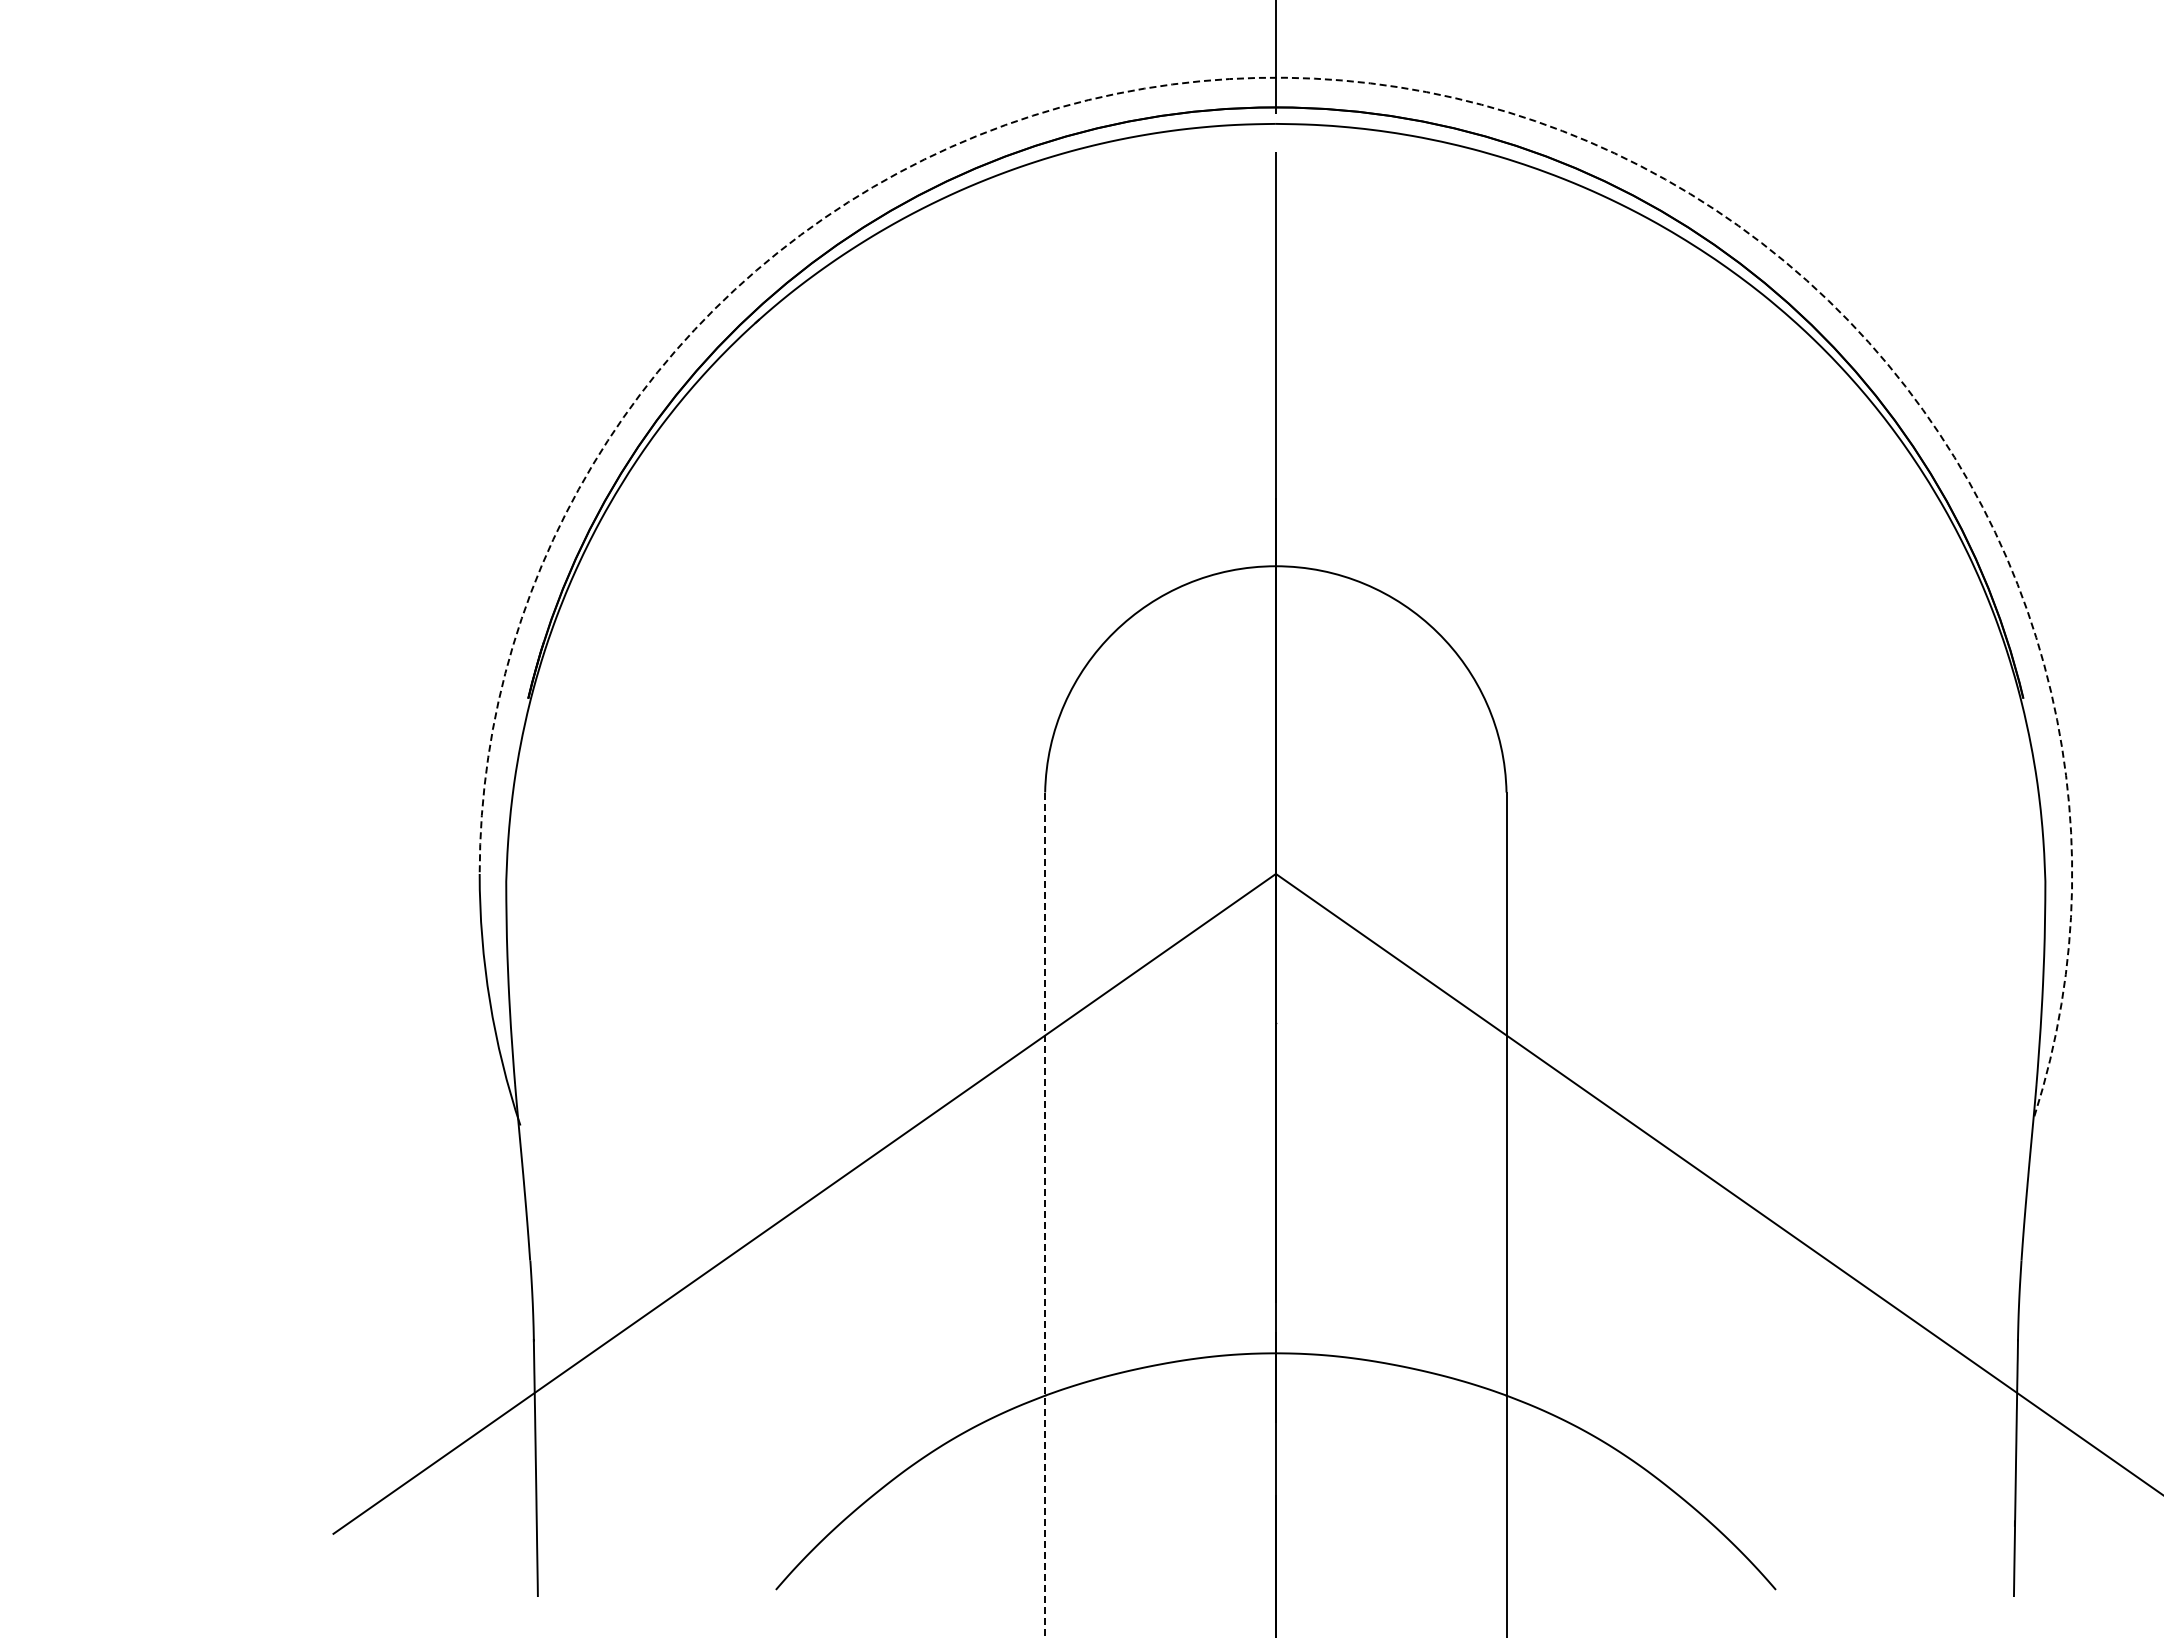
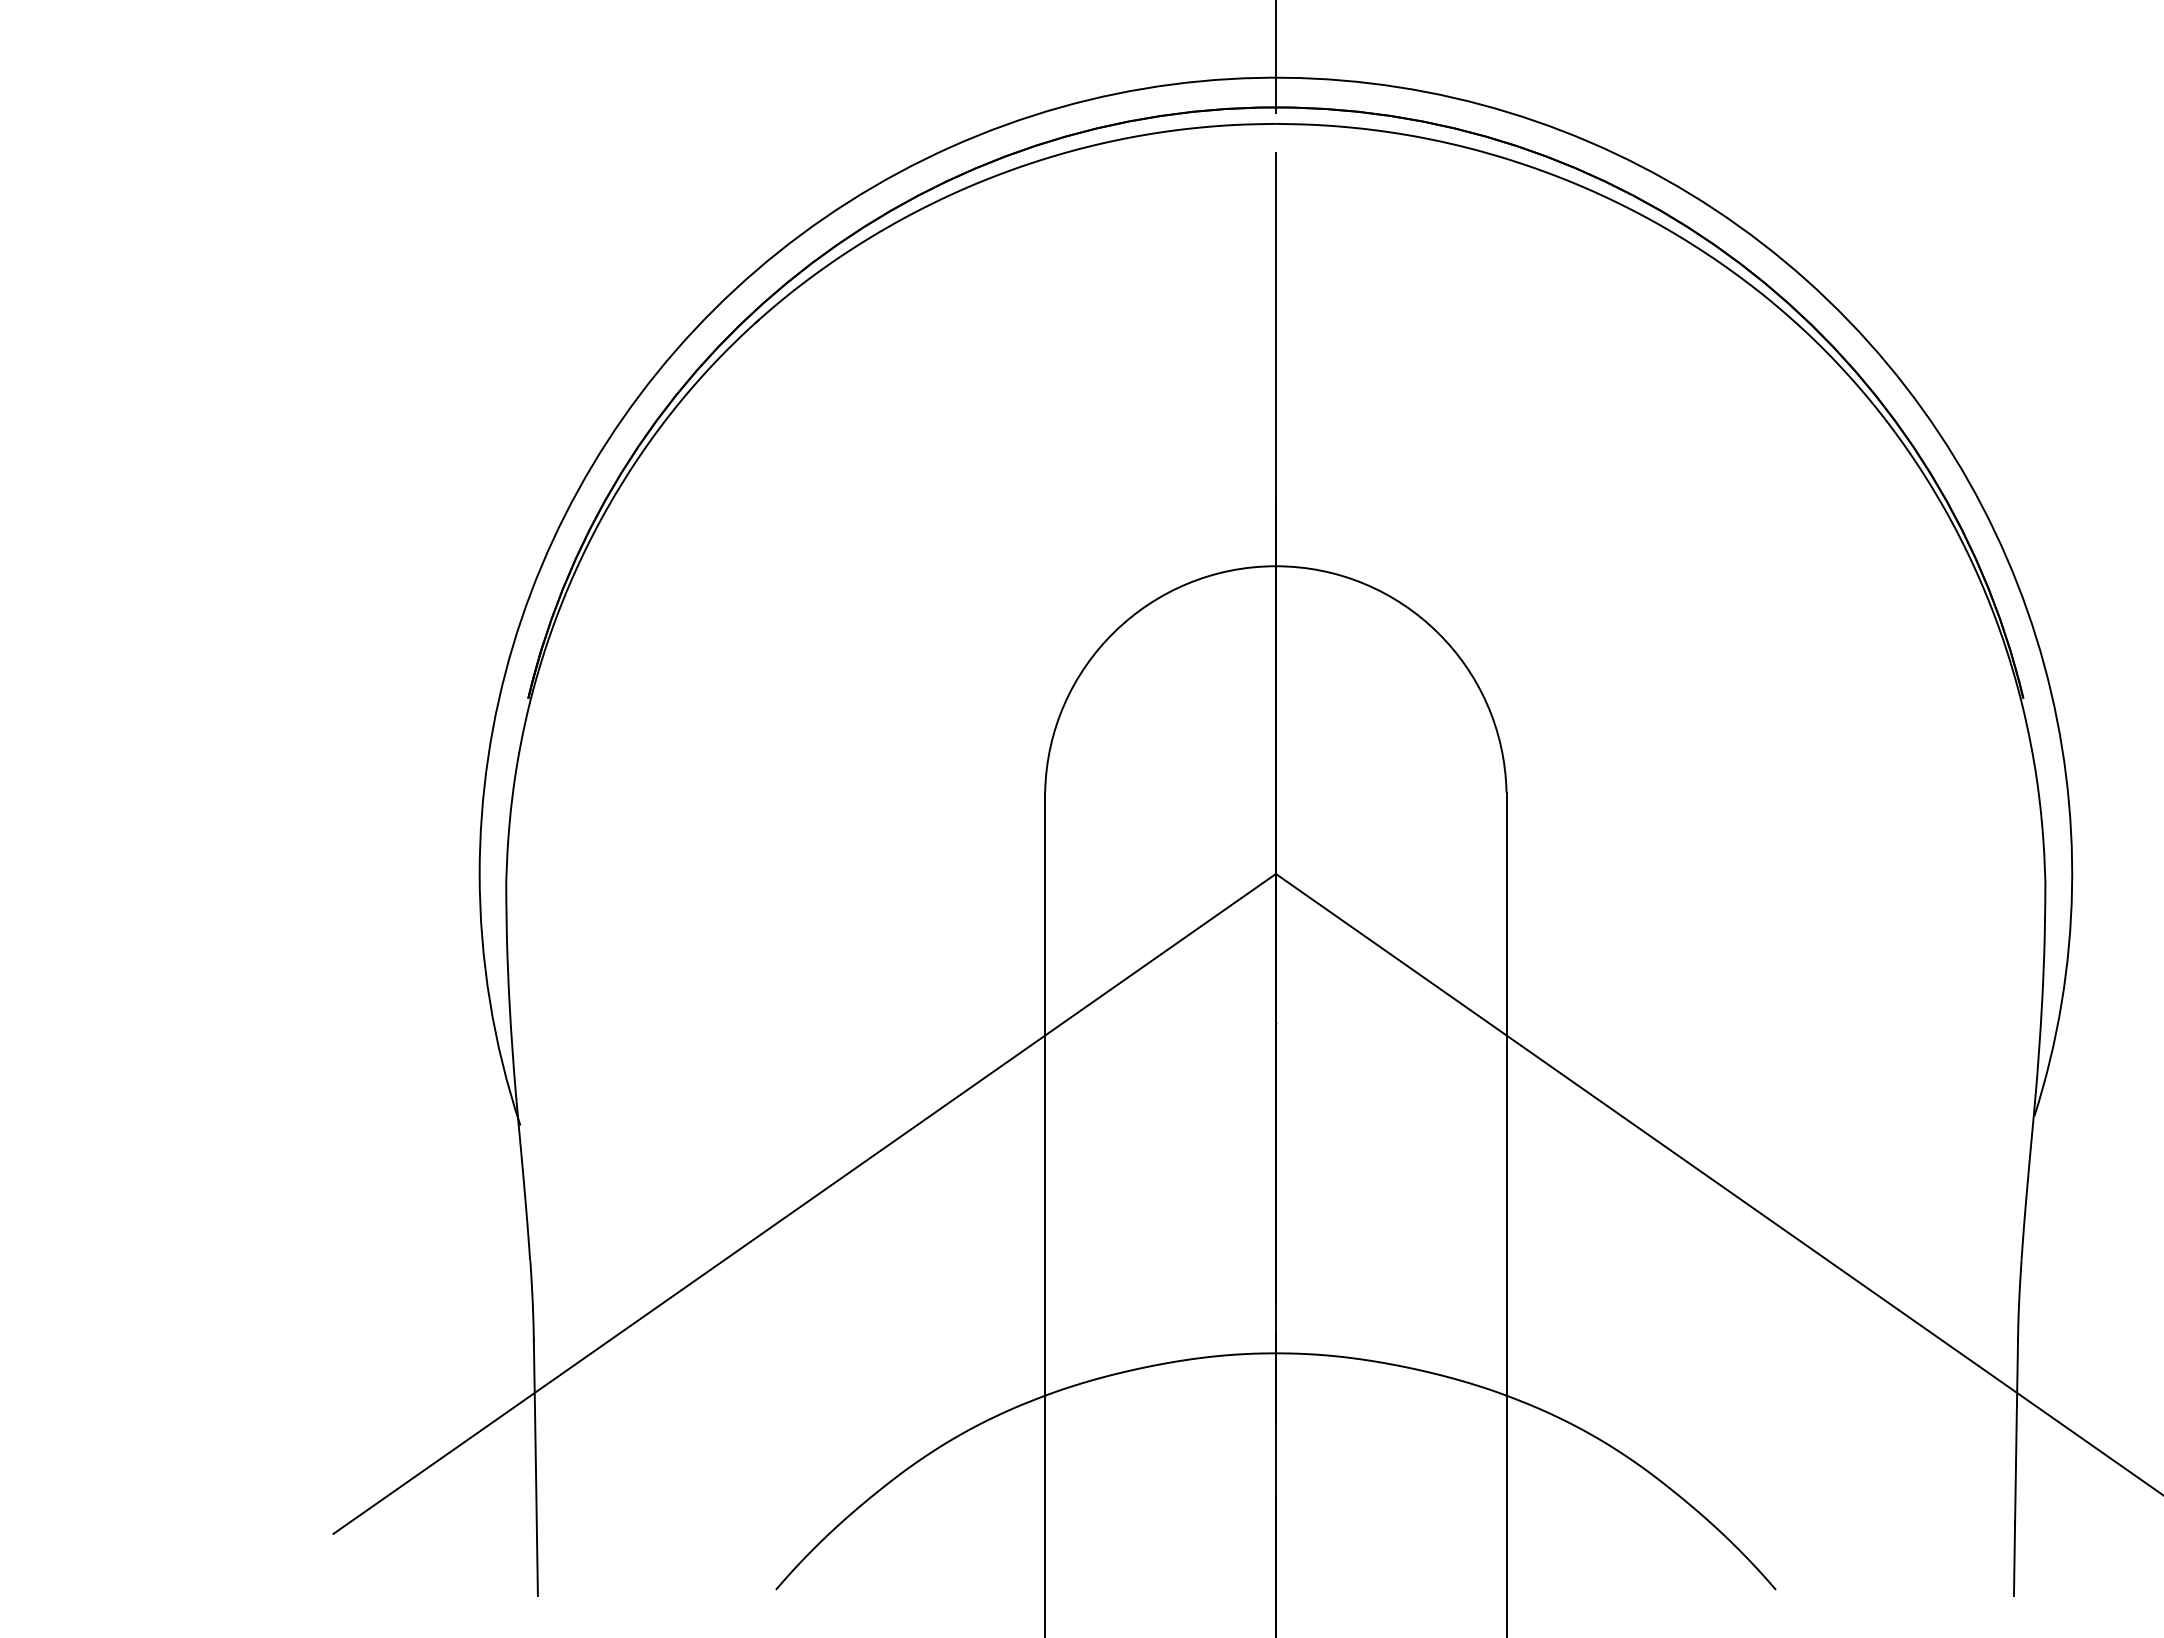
arc at (1398, 87): dashed -> solid
line at (1045, 1214): dashed -> solid
